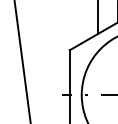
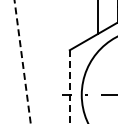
line at (22, 62): solid -> dashed
line at (69, 87): solid -> dashed
